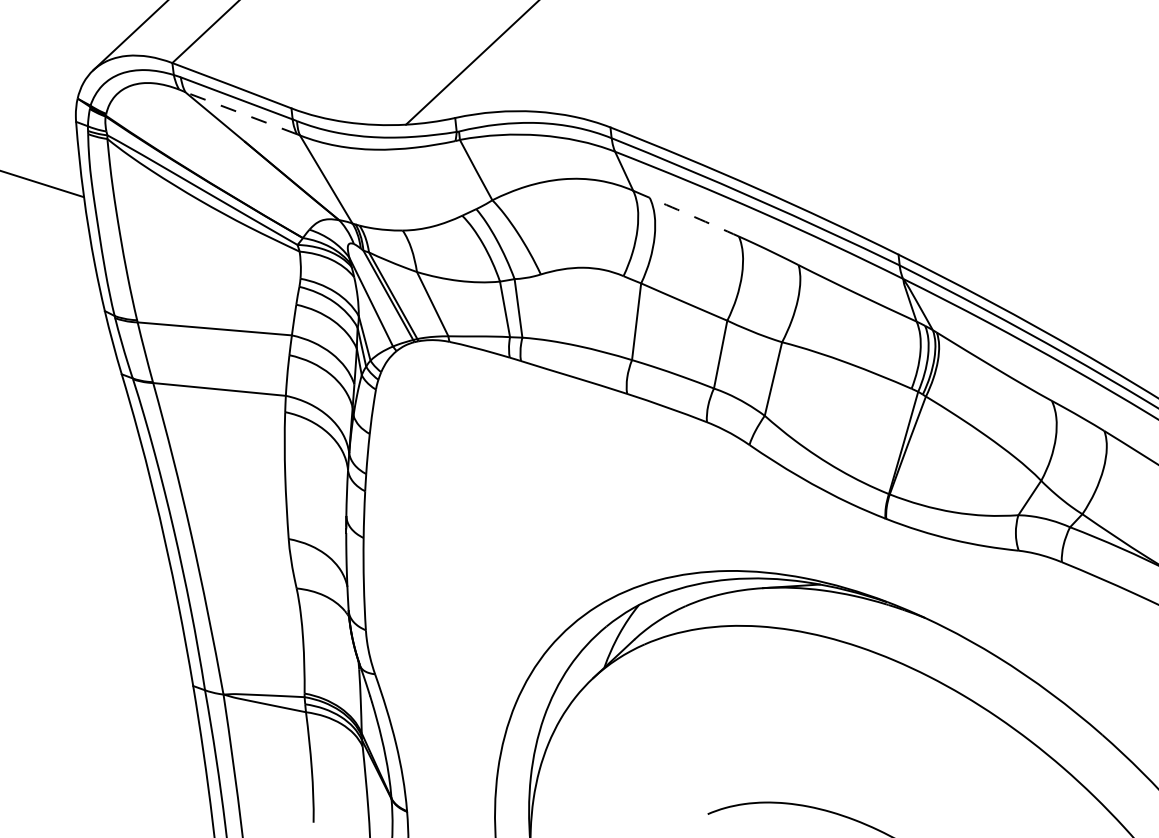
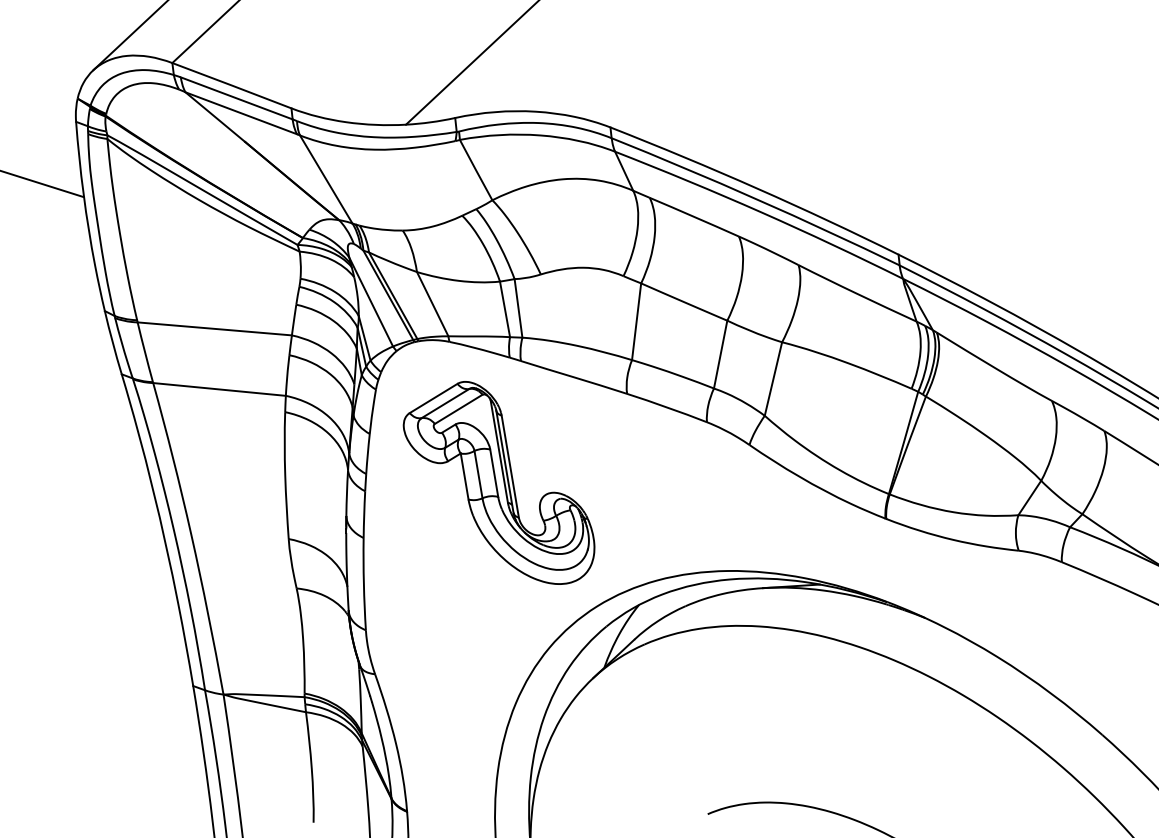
line at (241, 113): dashed -> solid
arc at (694, 216): dashed -> solid
part at (498, 482): none -> present
